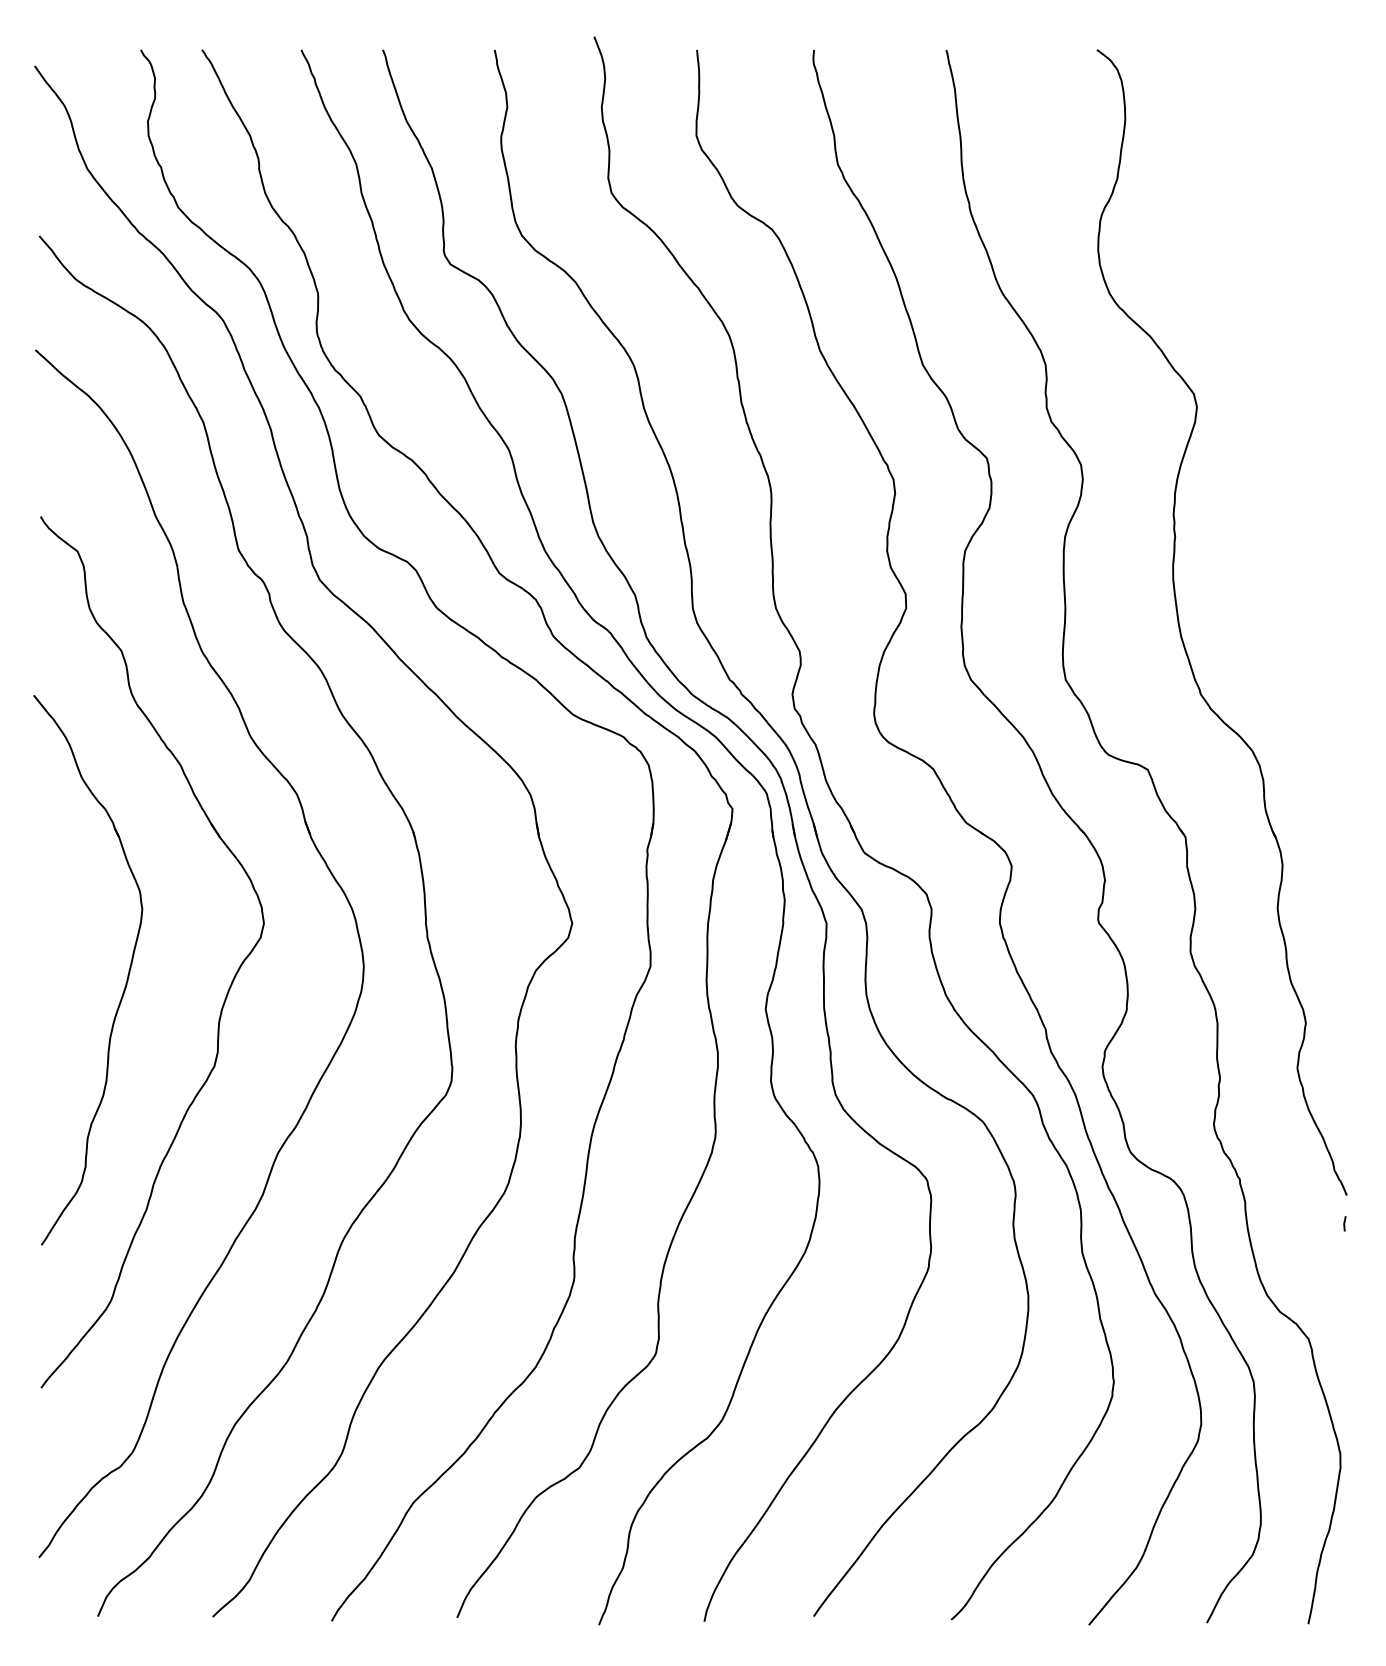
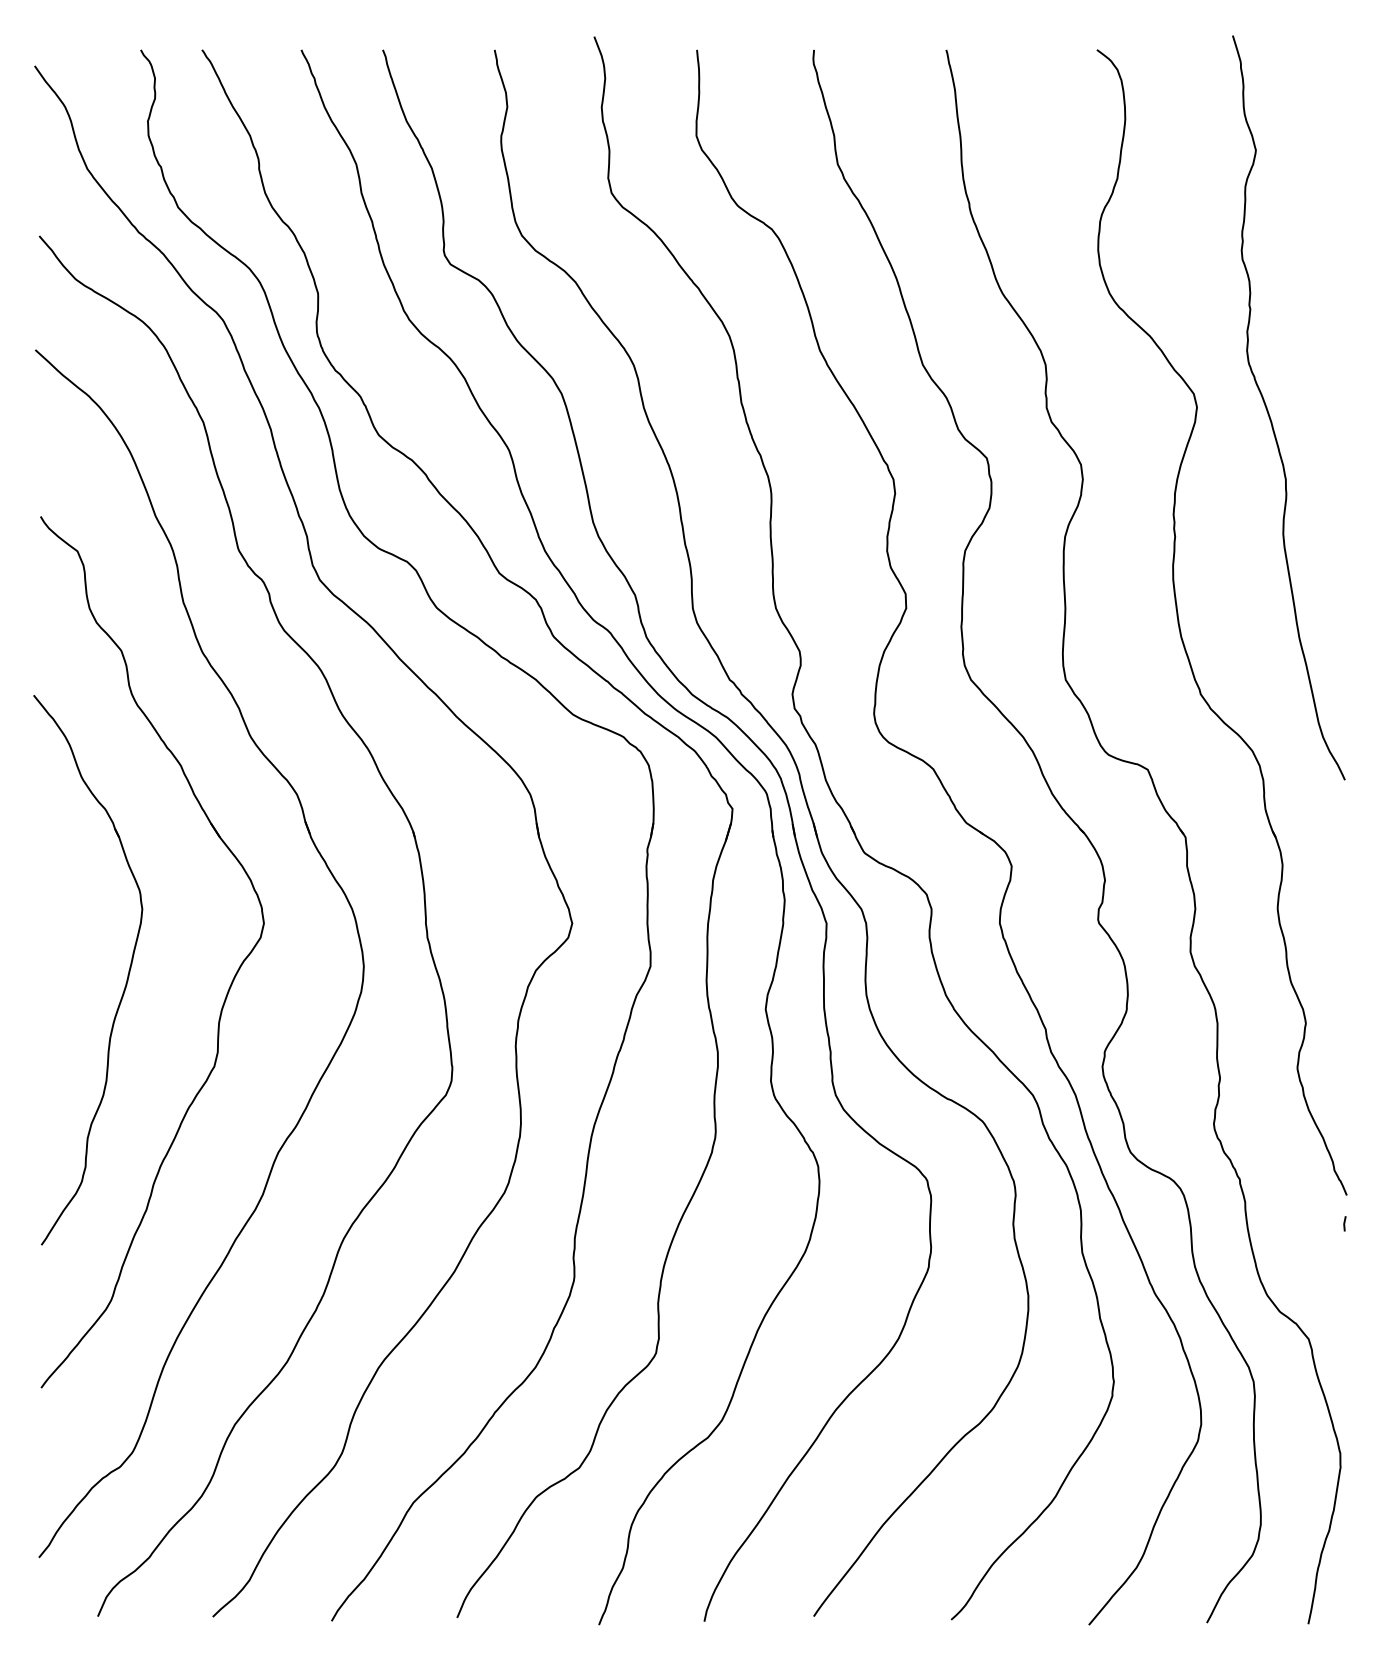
curve at (1269, 413): none -> present
